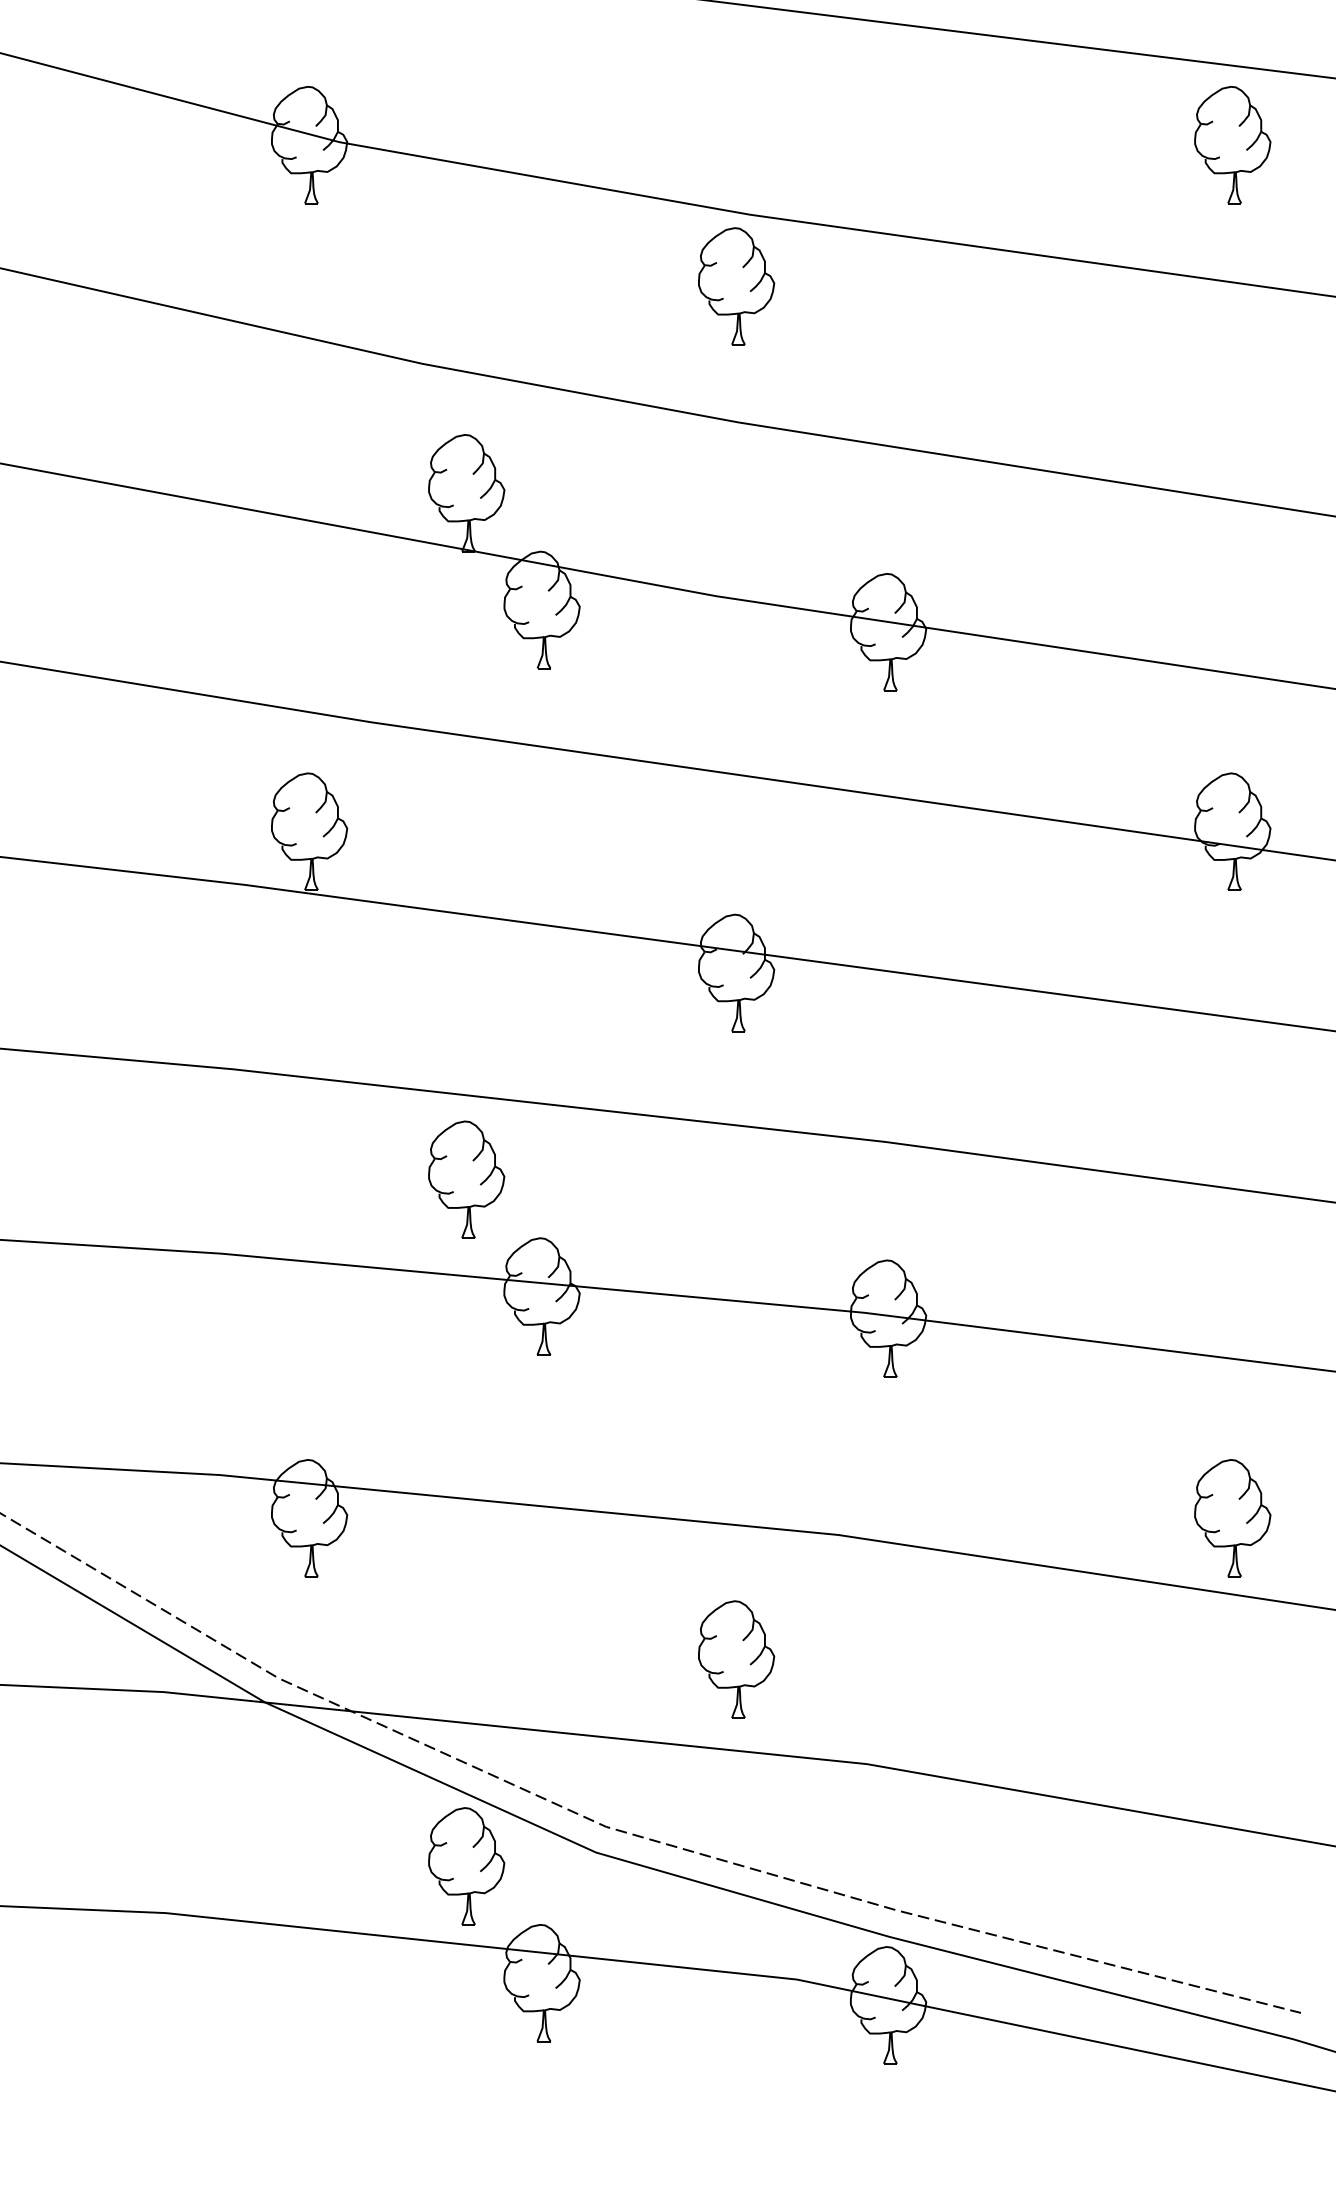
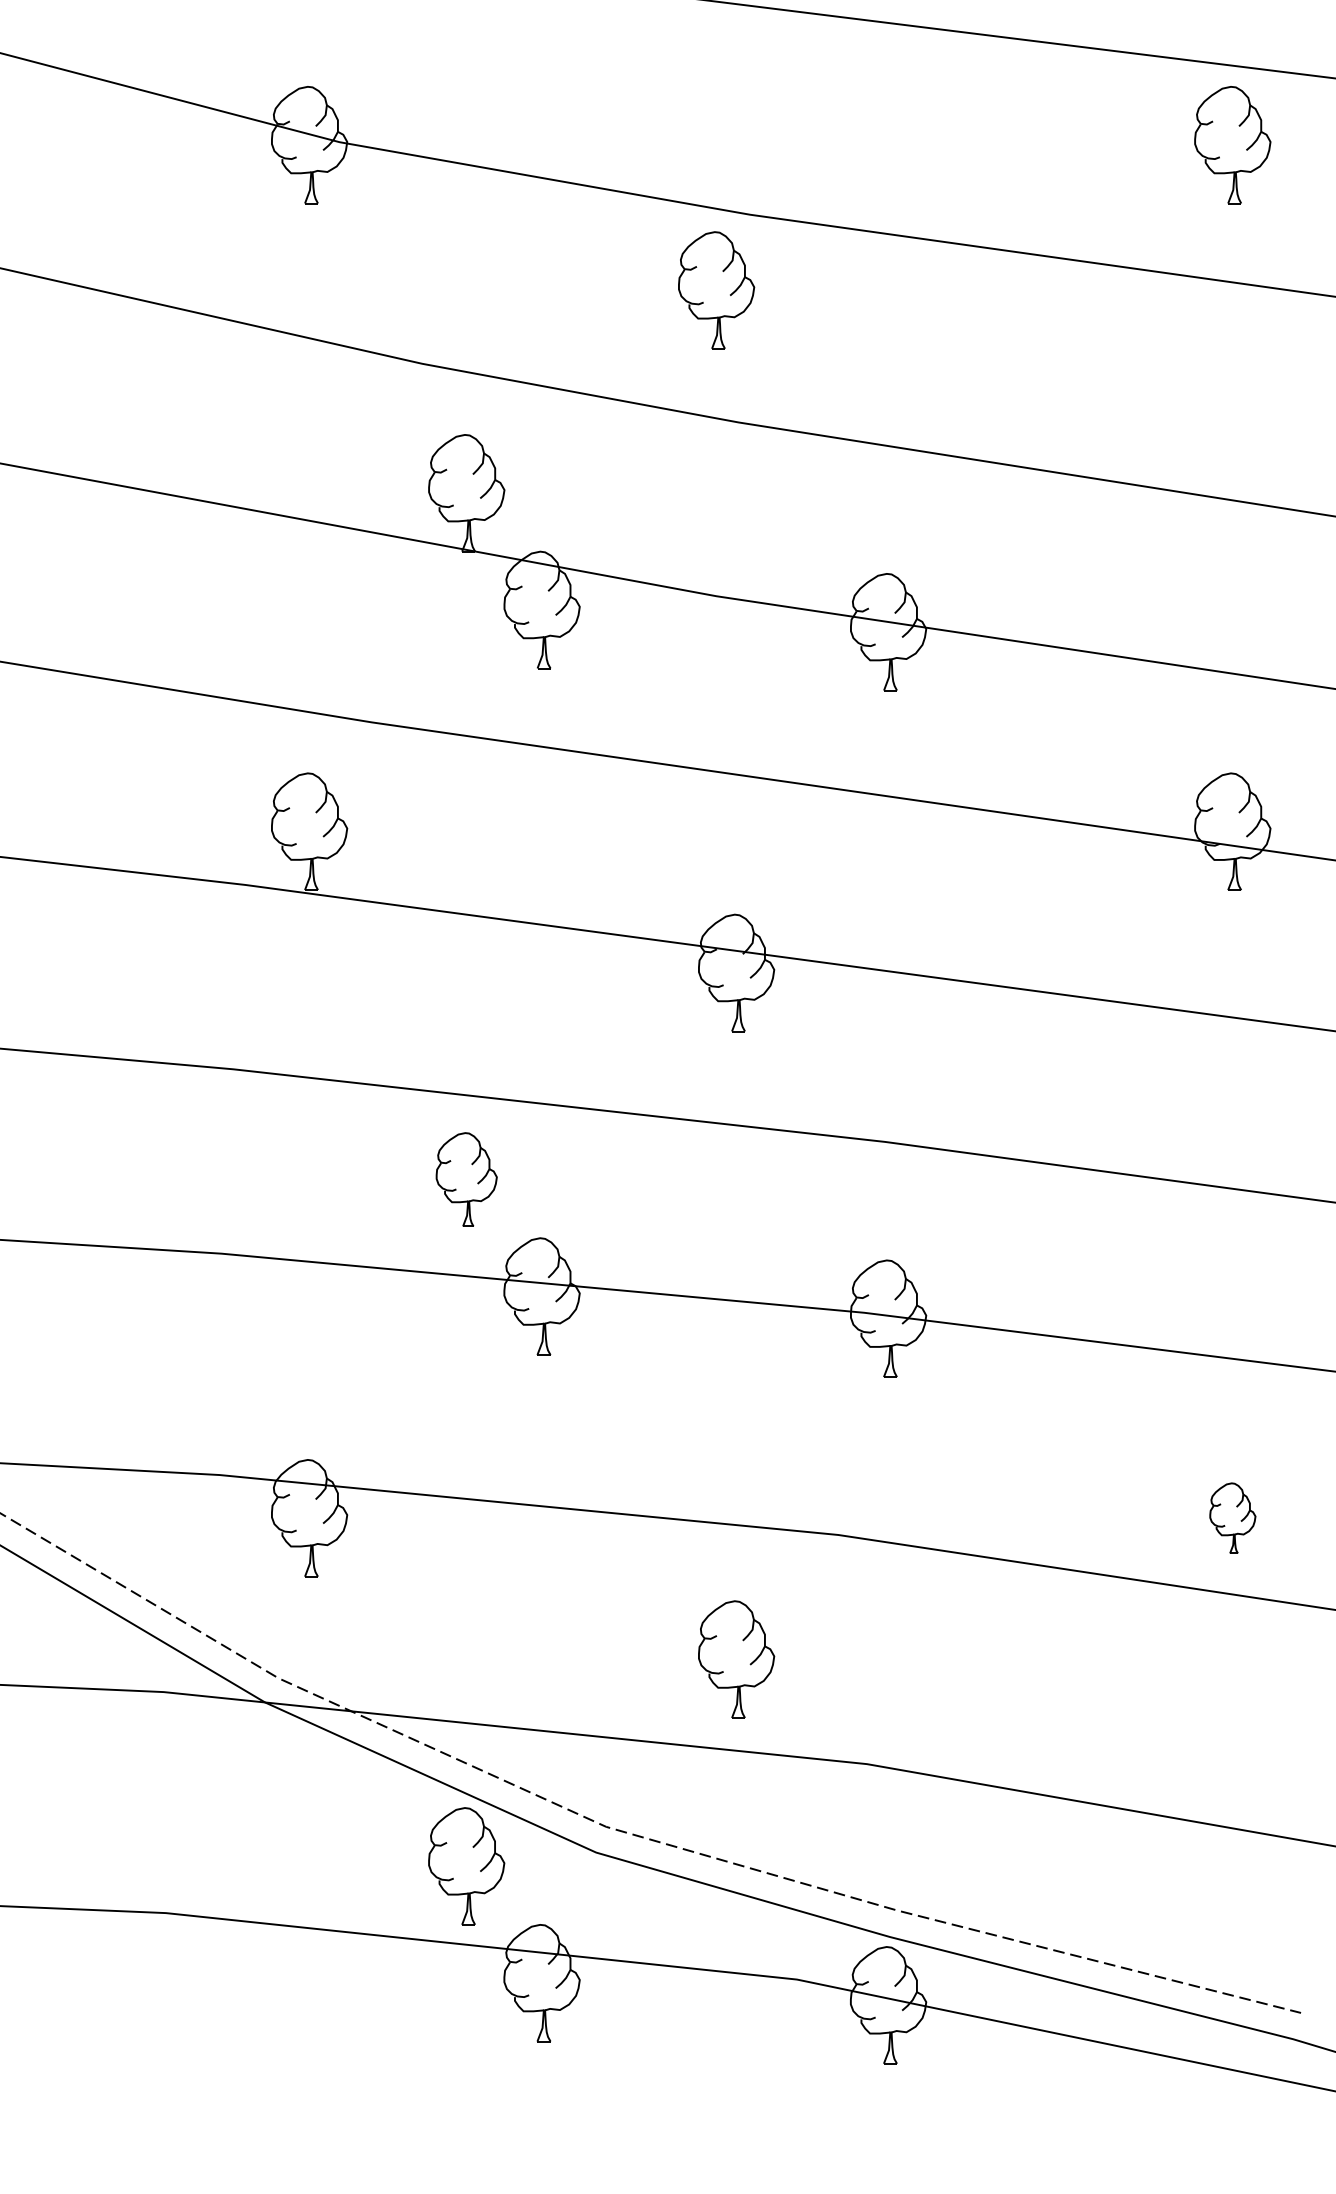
part at (736, 286) position: (736, 286) -> (716, 290)
part at (466, 1179) size: 78x119 px -> 63x95 px
part at (1232, 1518) size: 78x119 px -> 48x72 px
